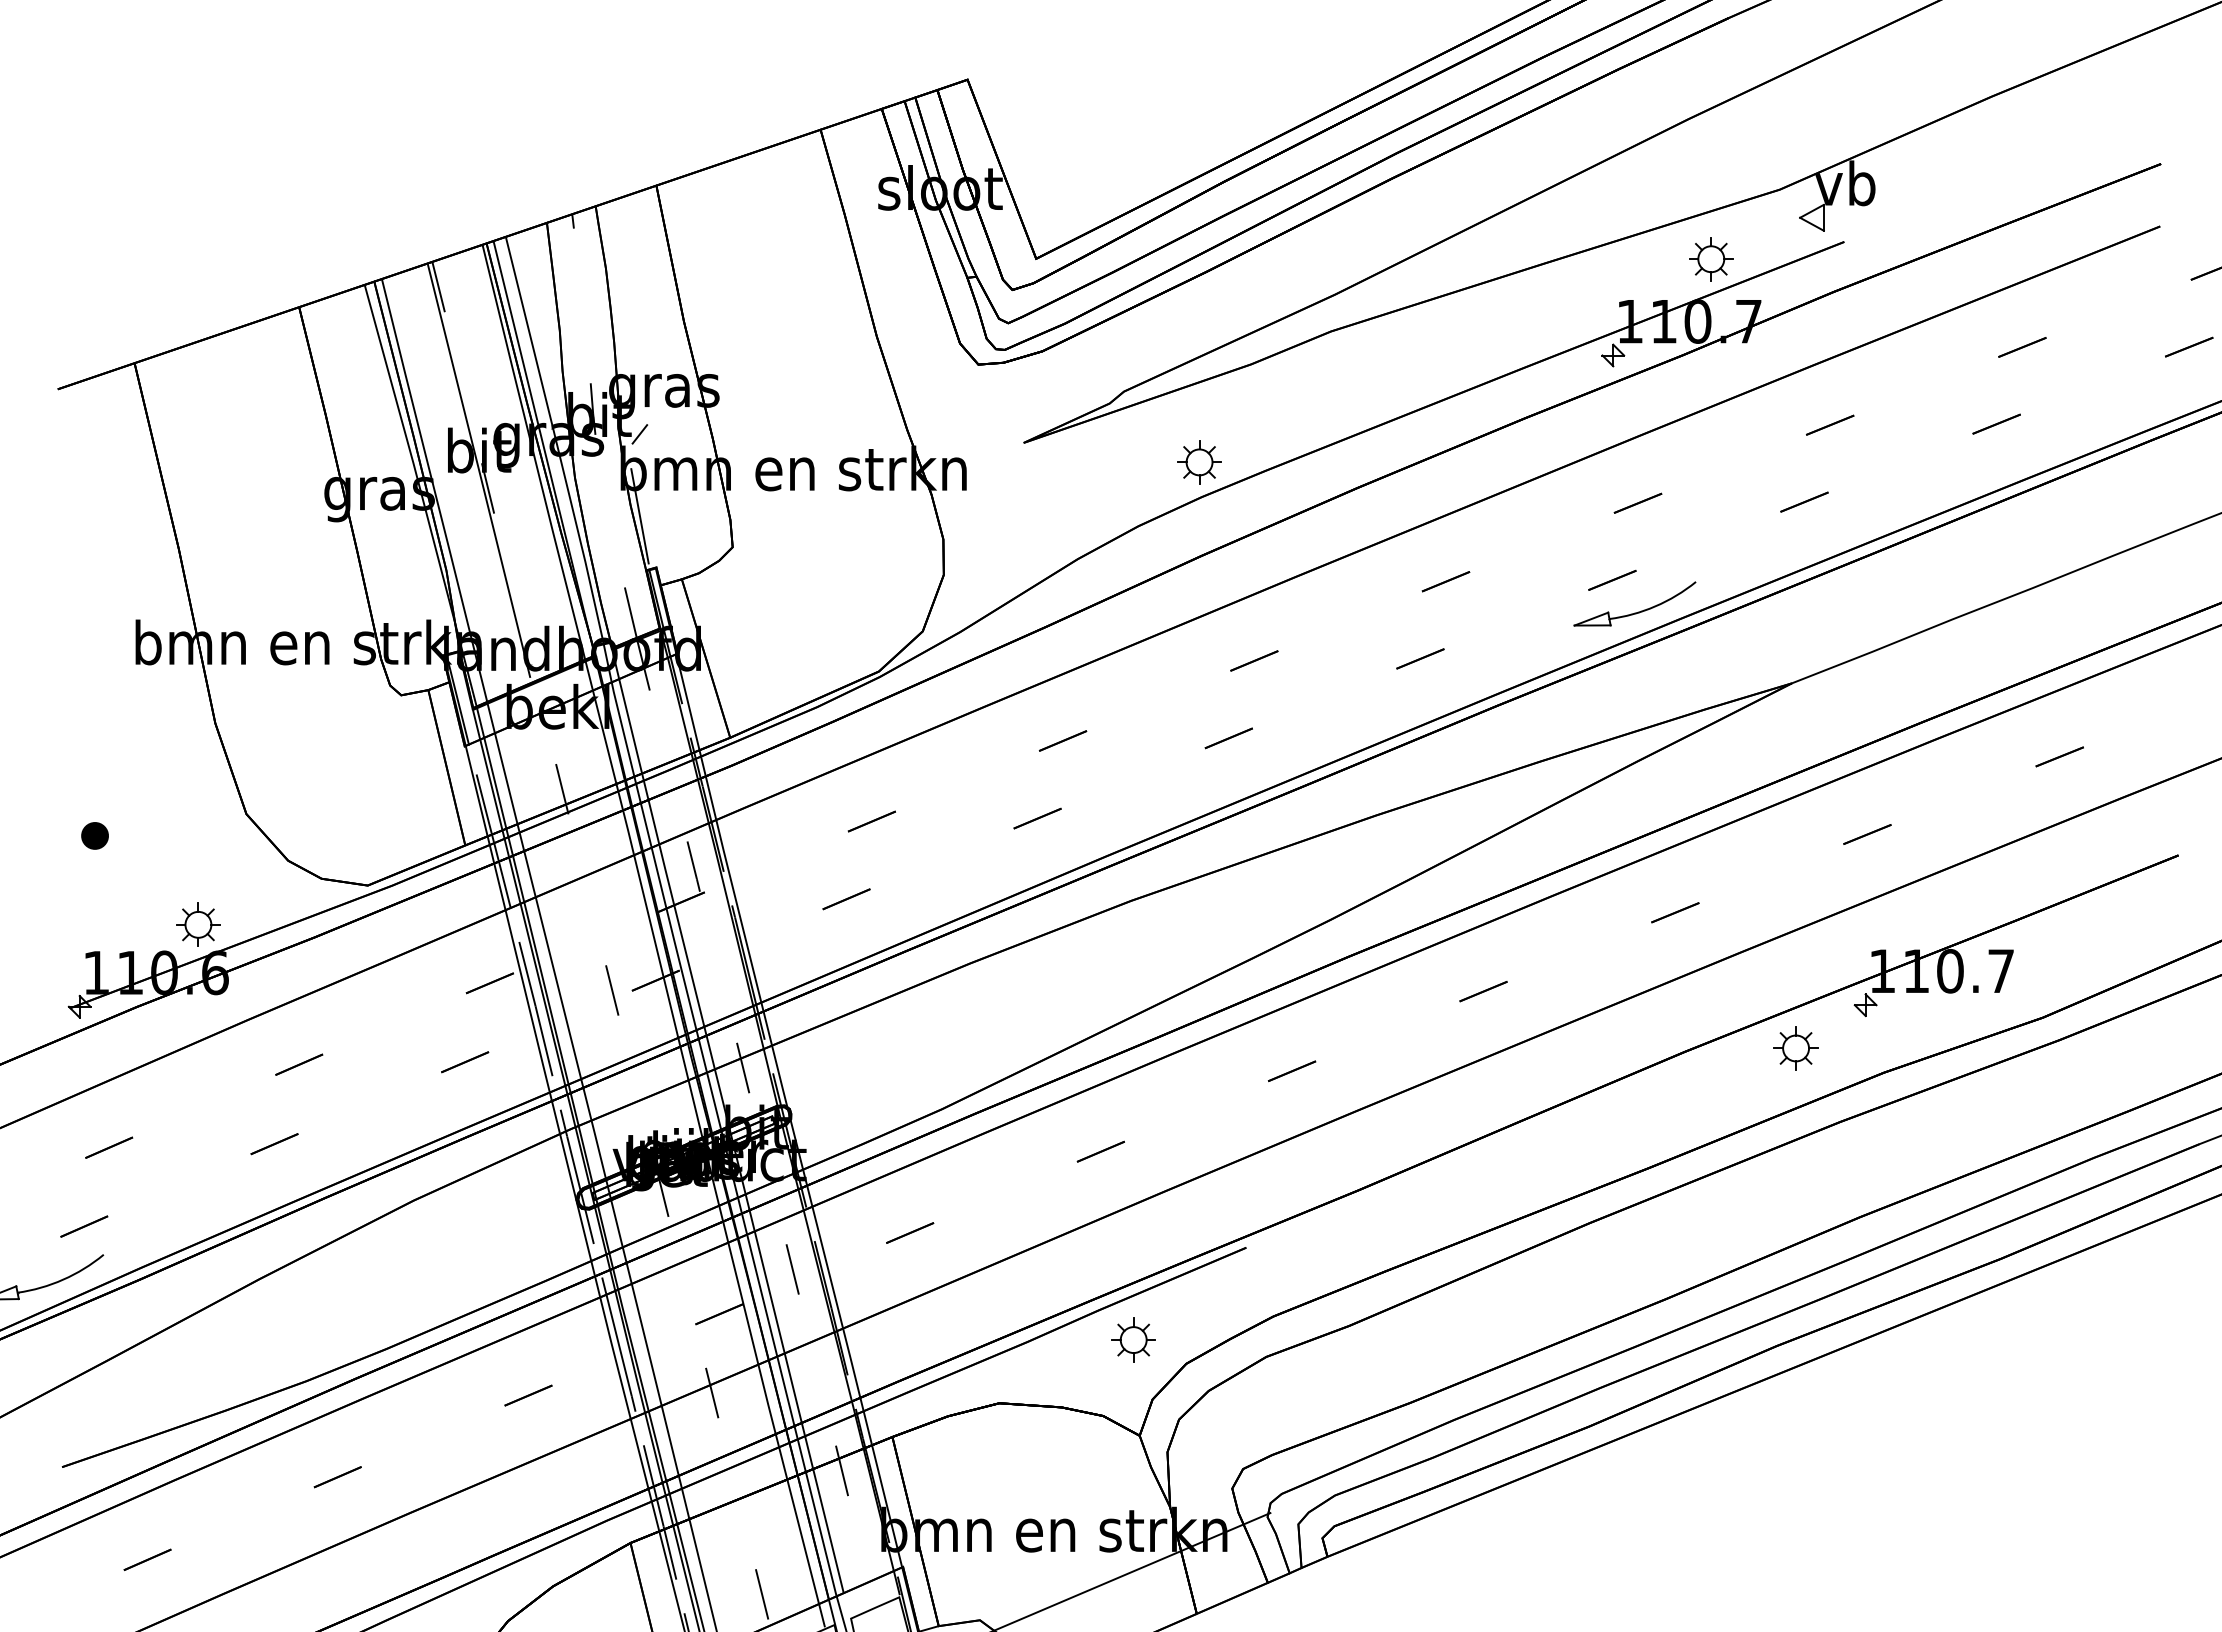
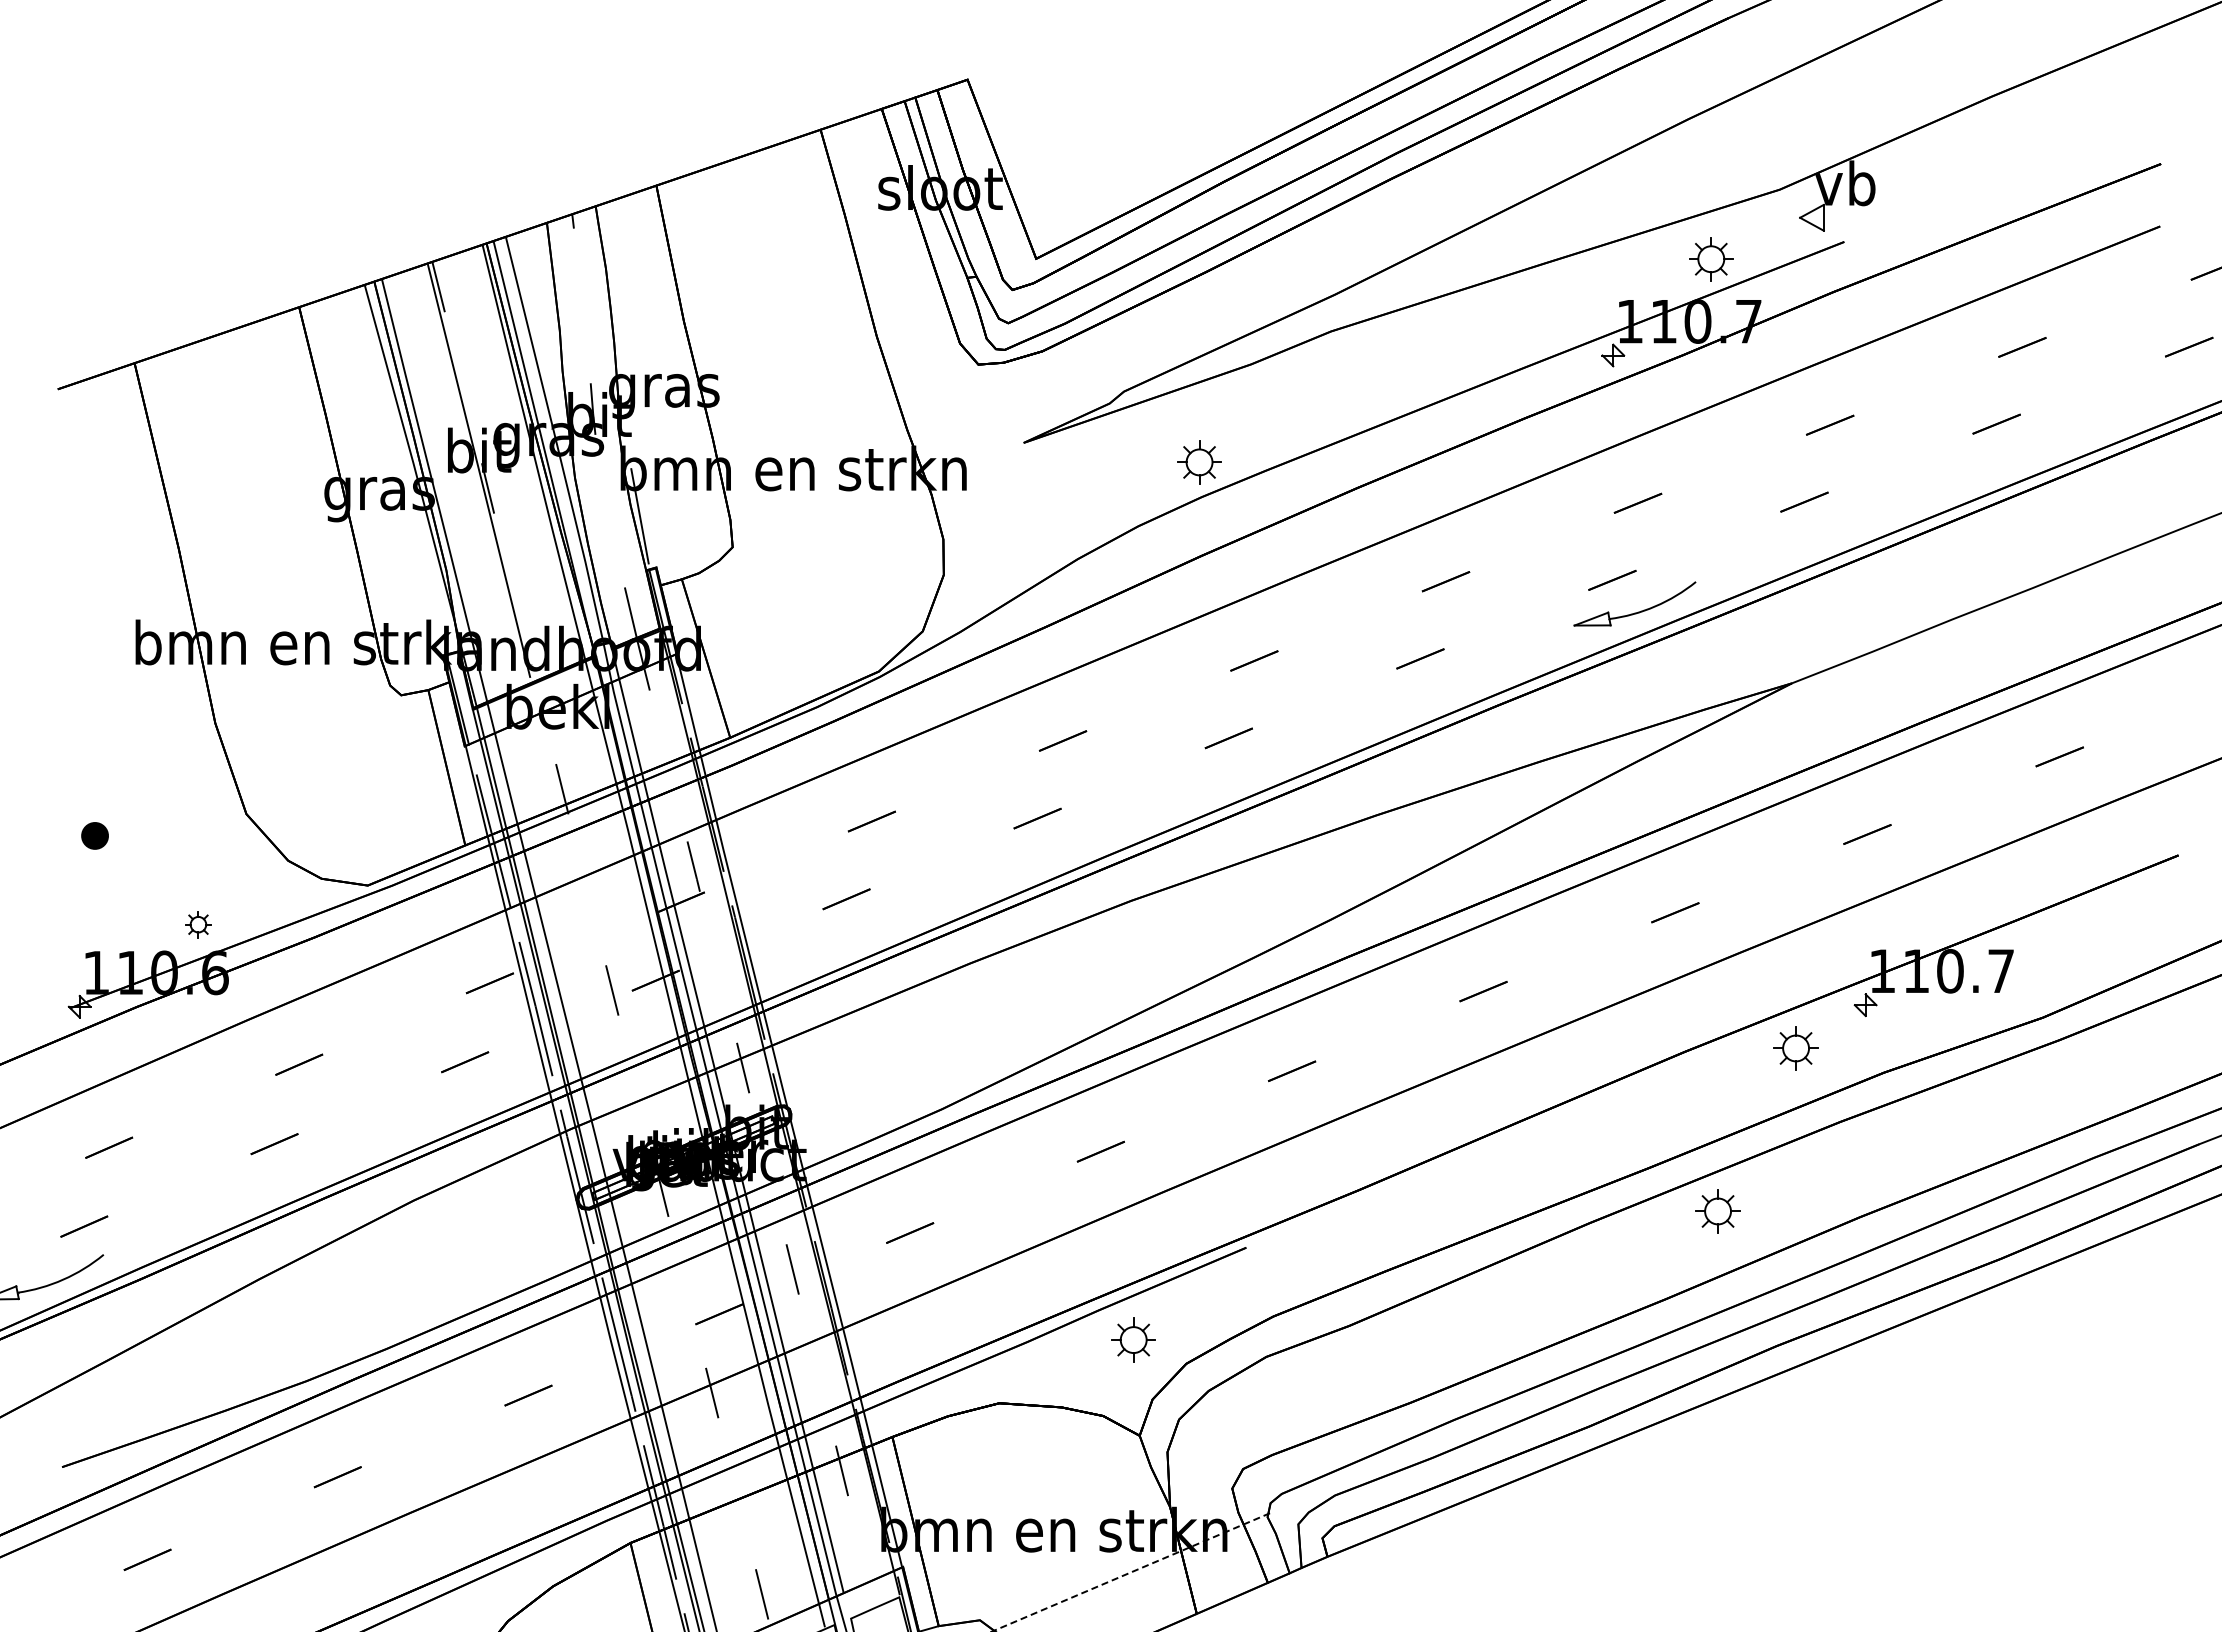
line at (639, 434): present -> none
part at (198, 924) size: 45x45 px -> 27x28 px
part at (1717, 1211): none -> present
line at (1131, 1572): solid -> dashed
